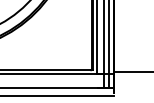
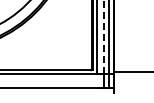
line at (103, 36): solid -> dashed
line at (58, 96): present -> none
